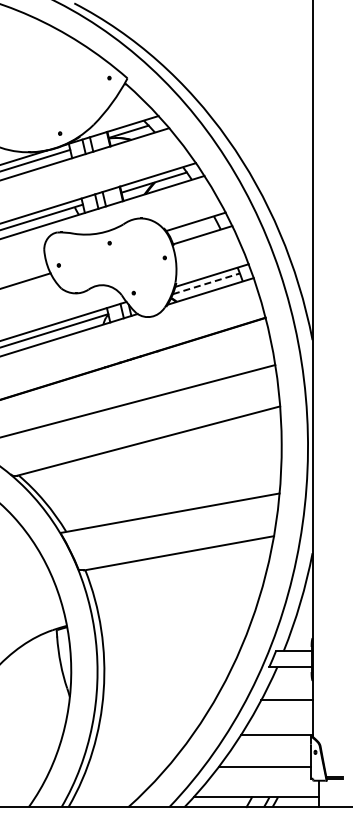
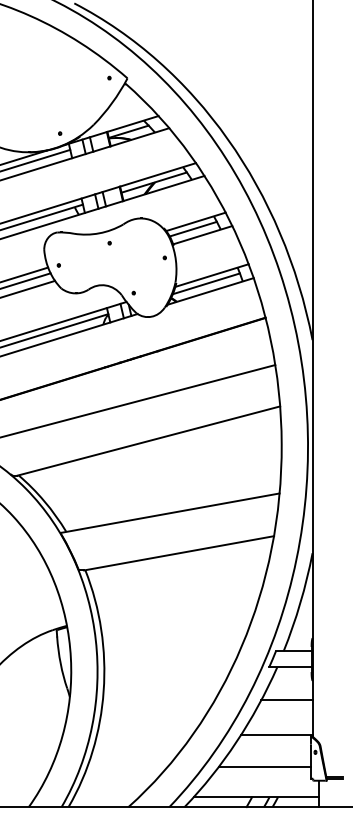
line at (192, 228): none -> present
line at (25, 274): none -> present
line at (206, 283): dashed -> solid
line at (28, 288): none -> present
